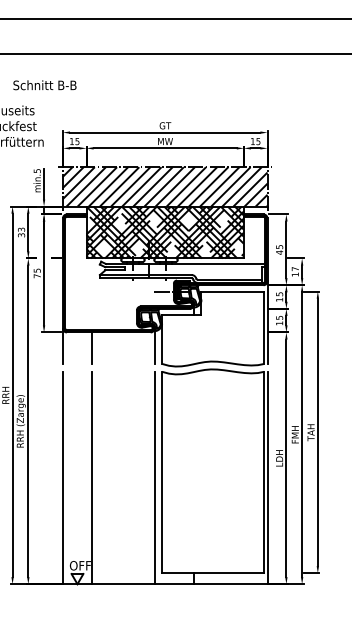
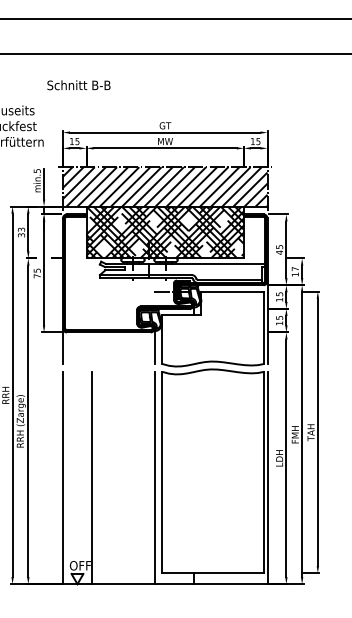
text at (44, 85) position: (44, 85) -> (78, 85)
line at (92, 347): present -> none
